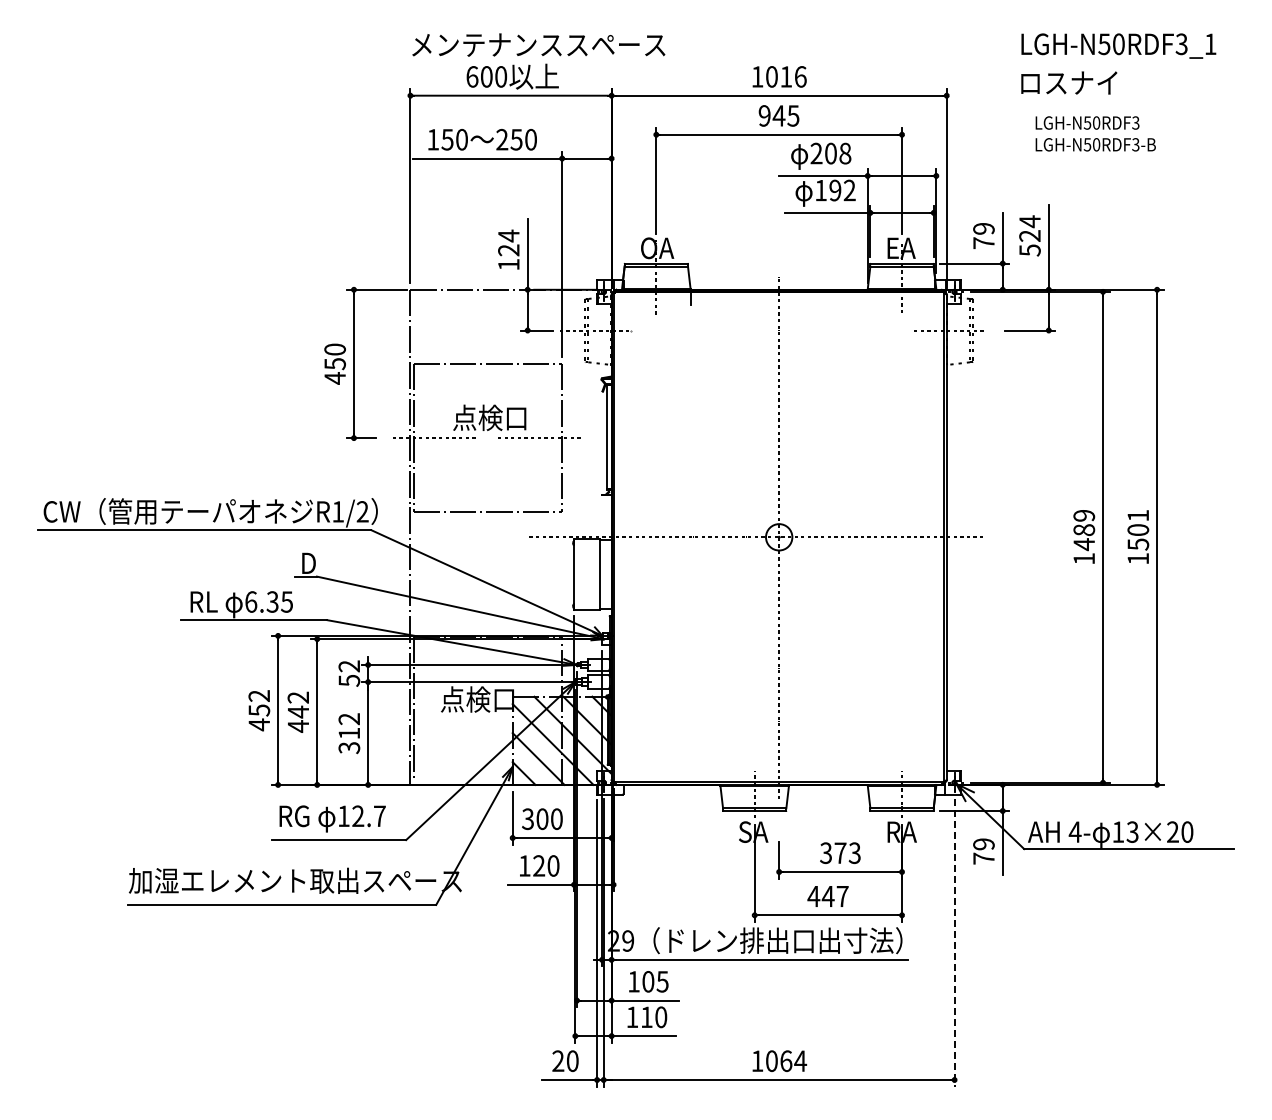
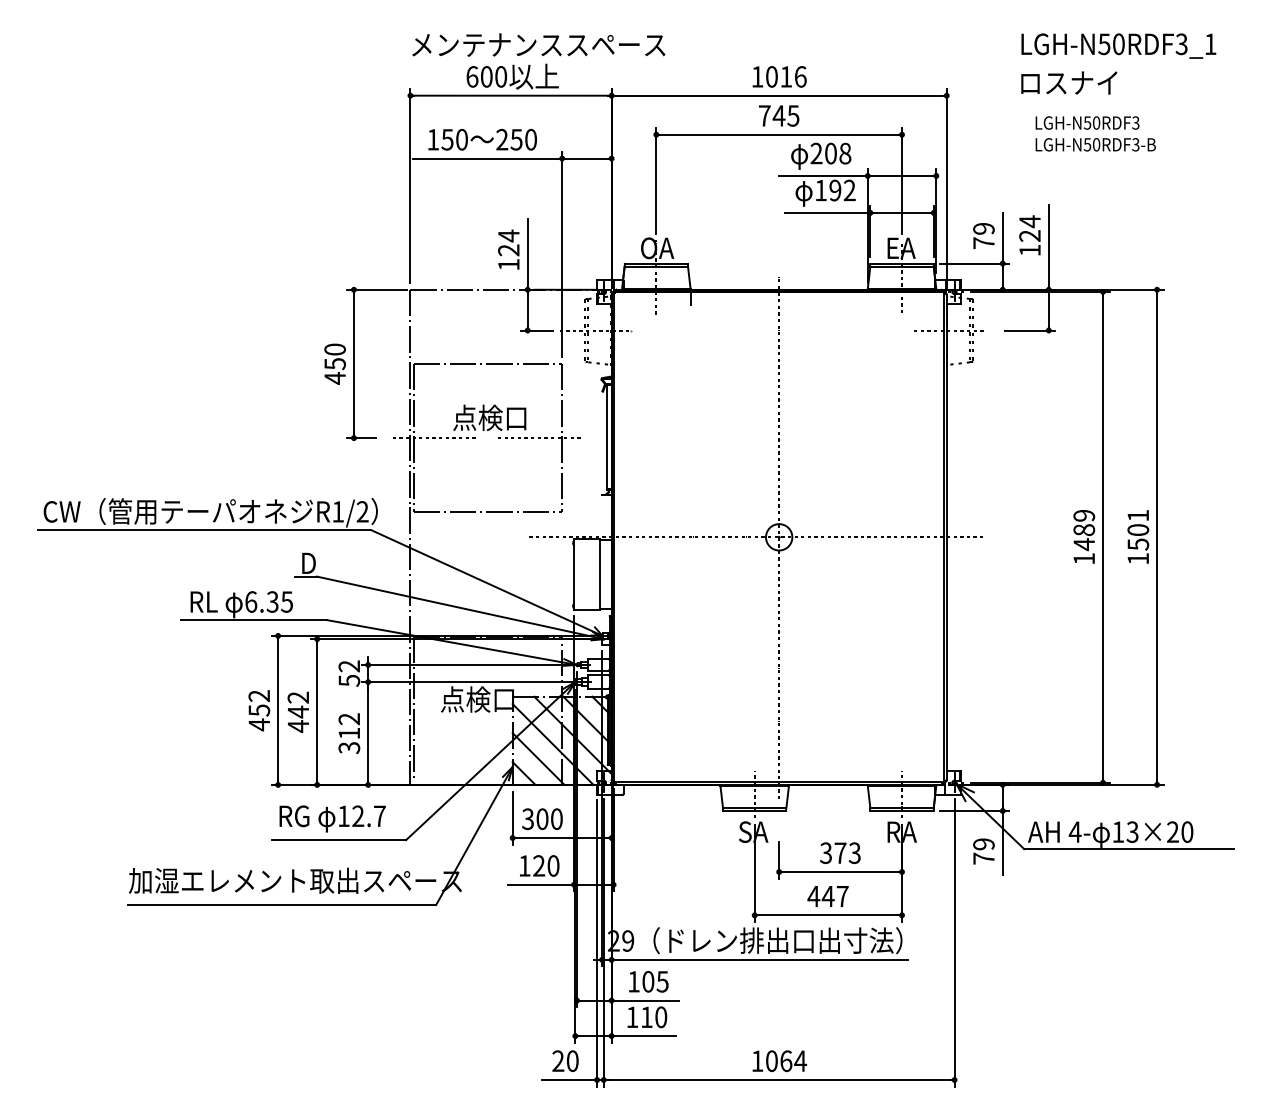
text at (764, 115): 945 -> 745
text at (1029, 250): 524 -> 124
line at (954, 942): dashed -> solid
